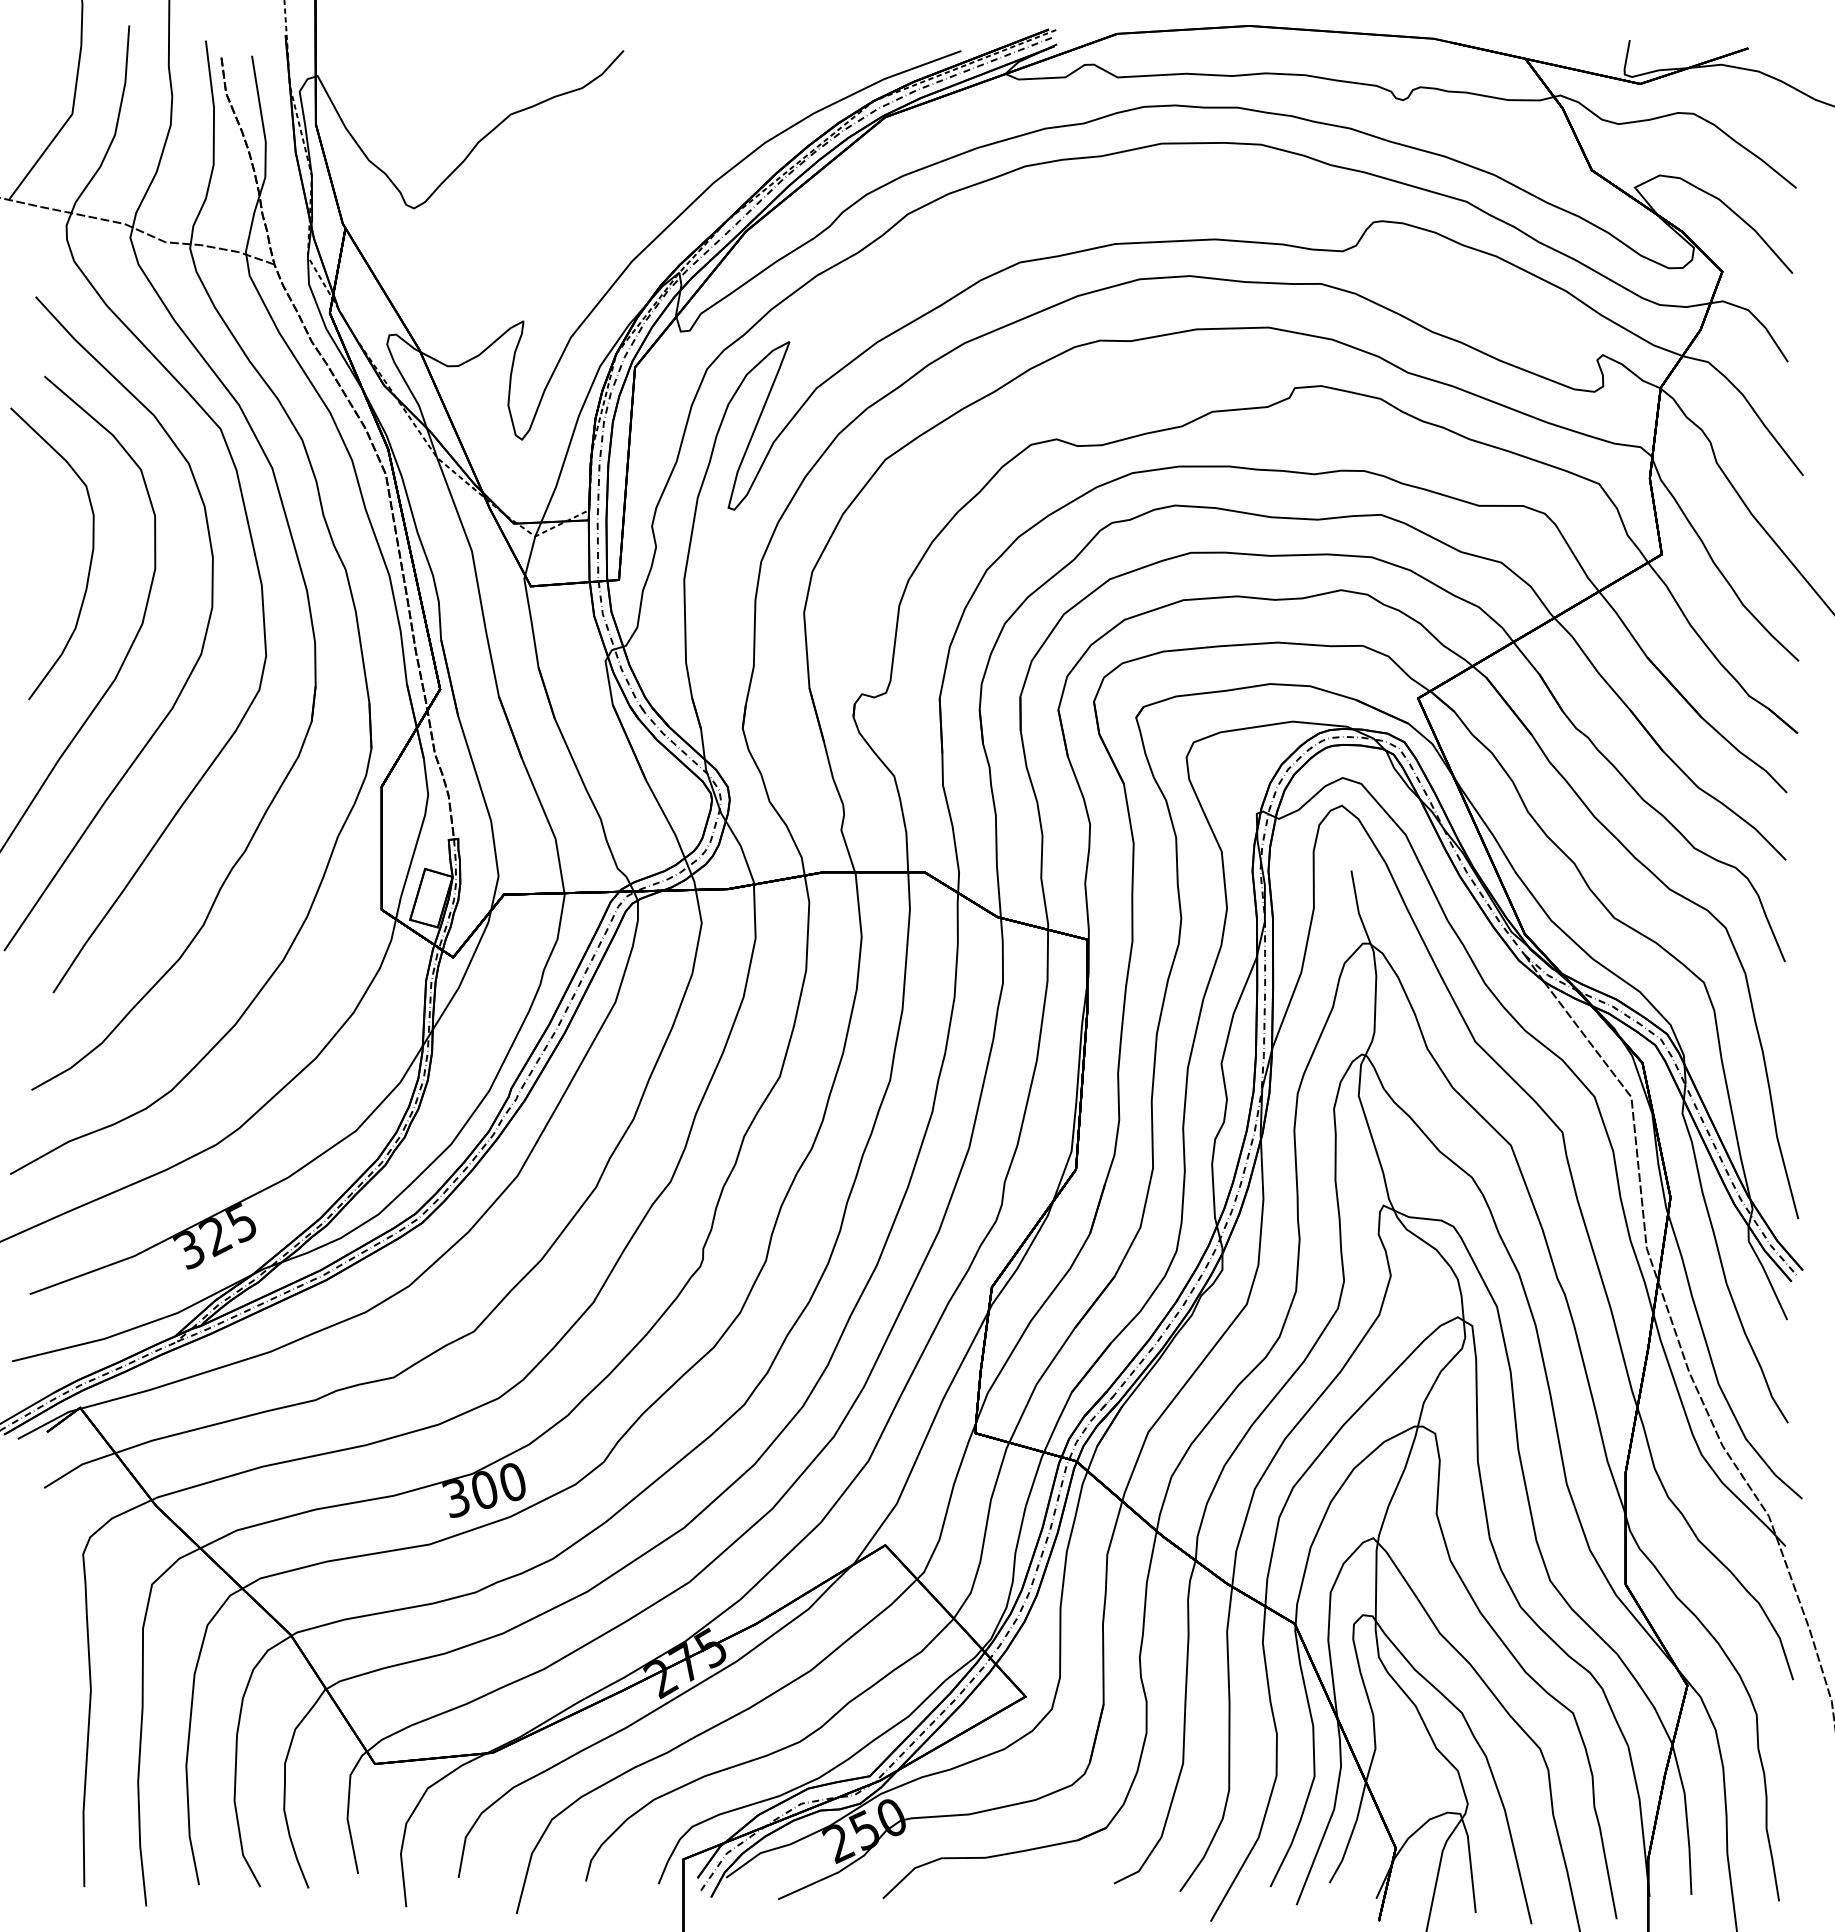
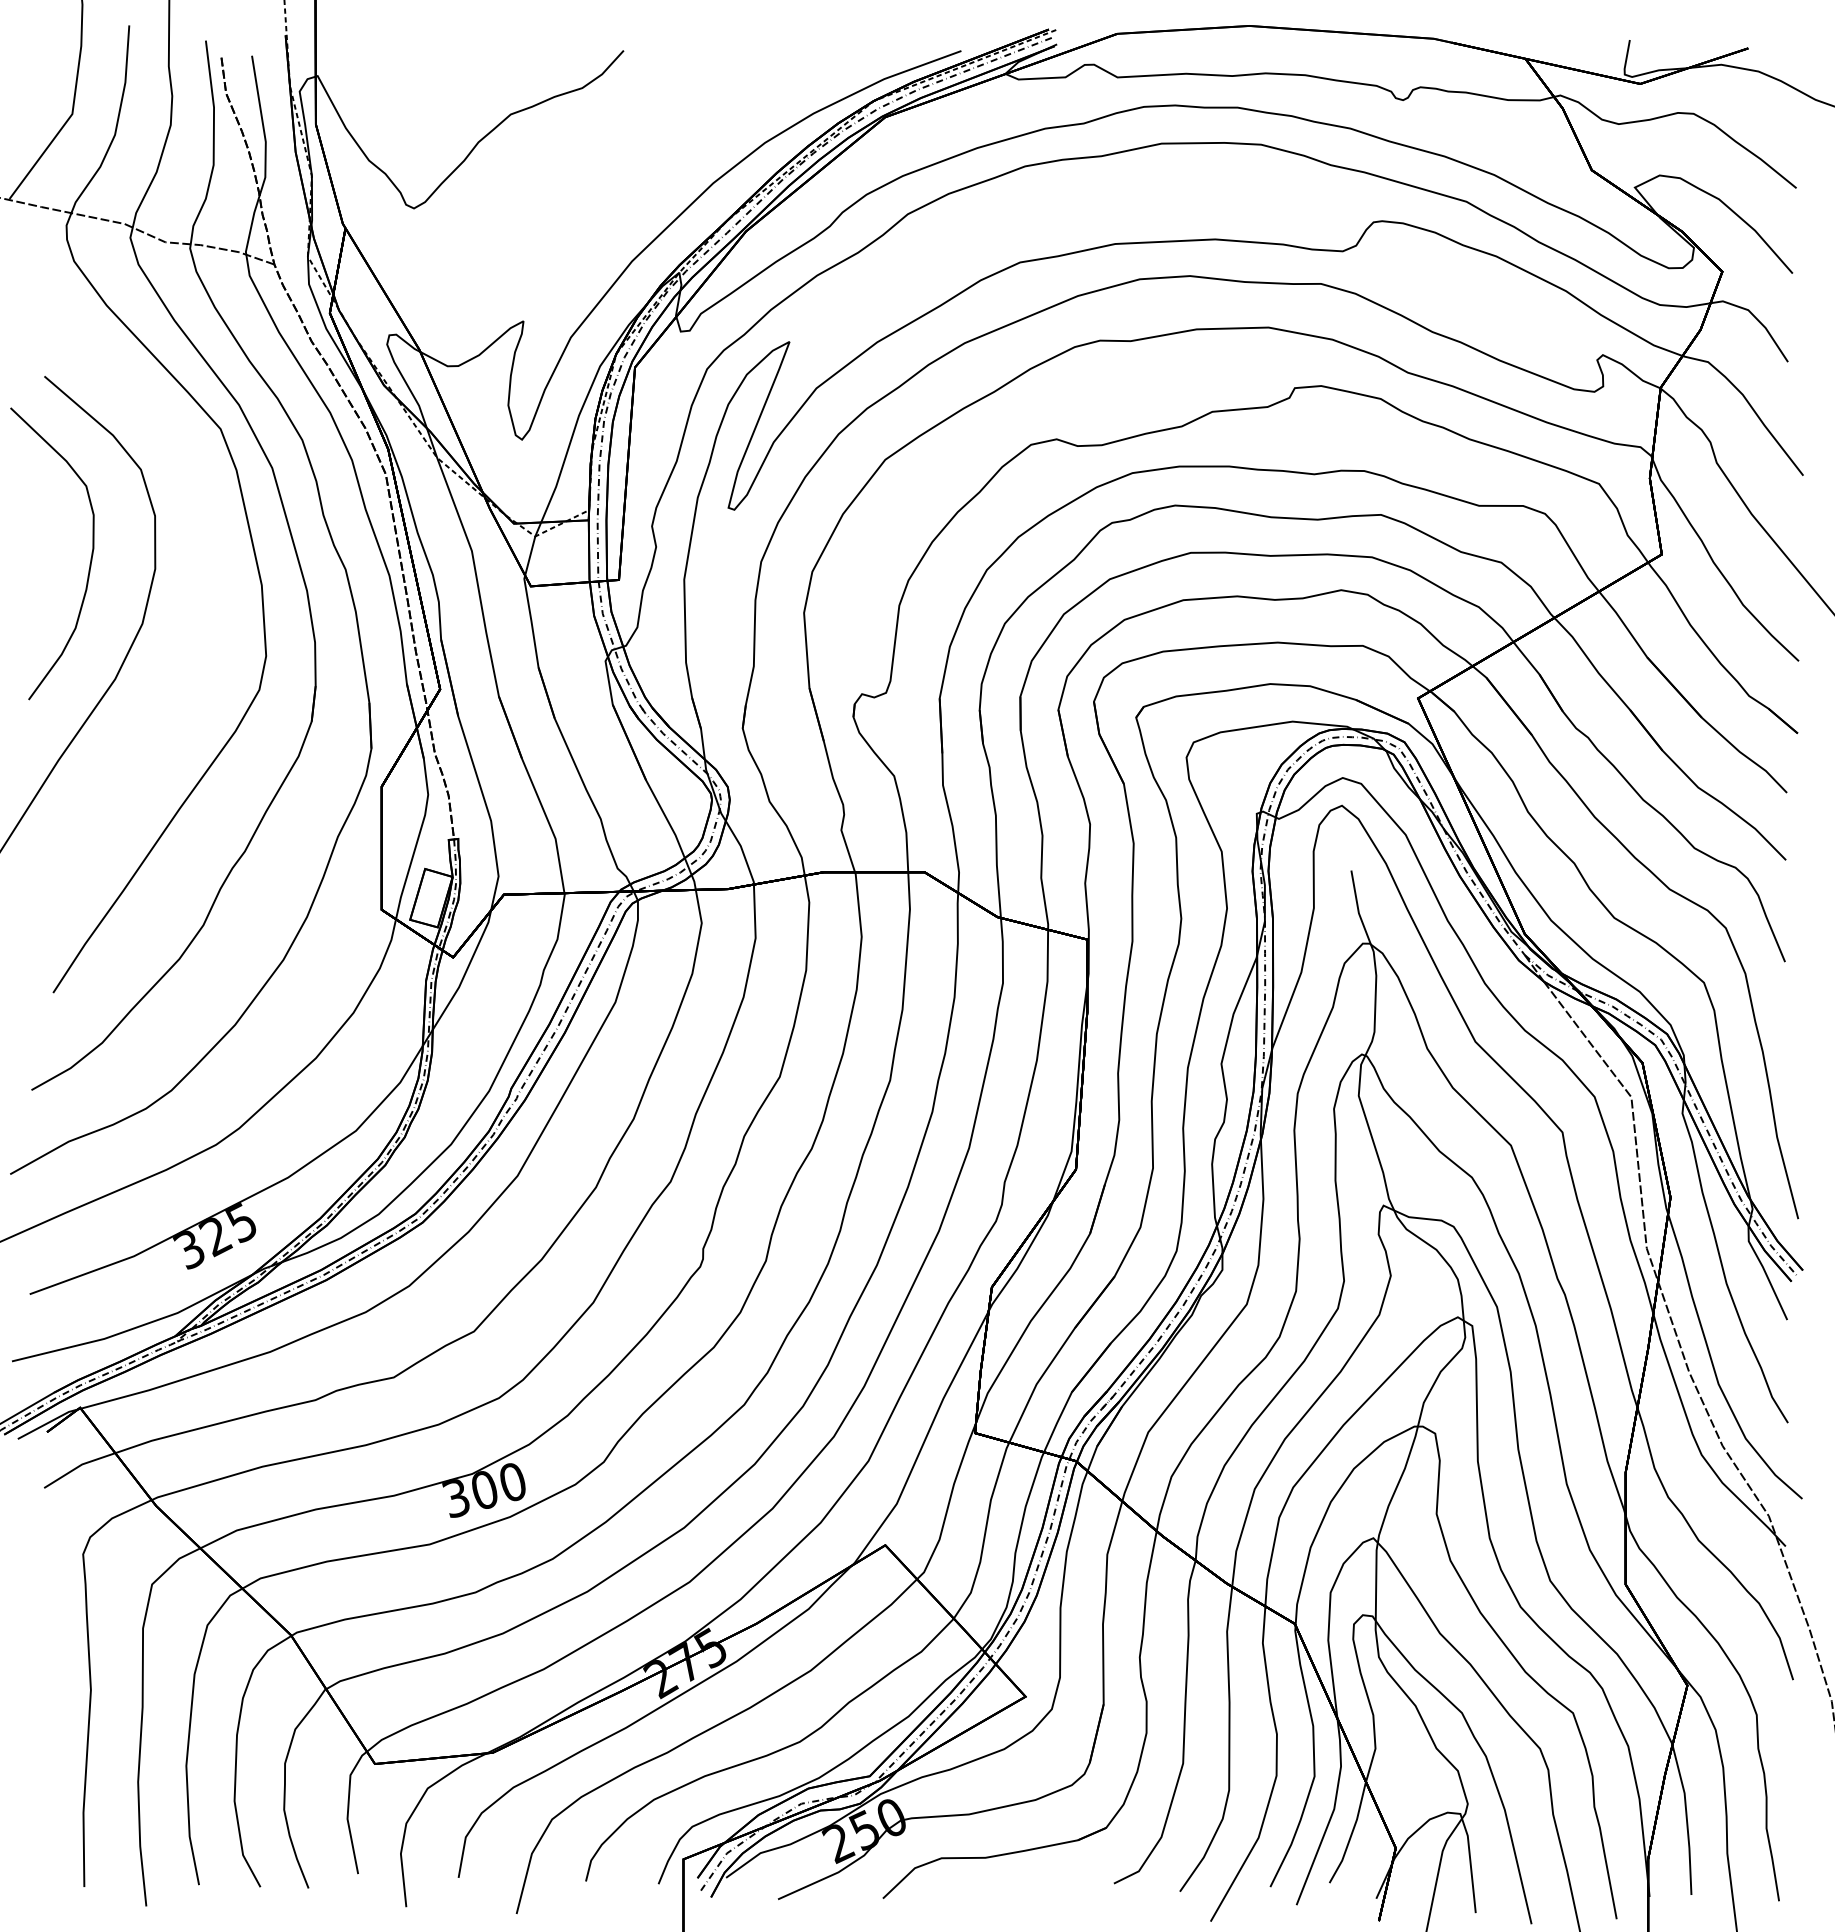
curve at (193, 666): present -> none
